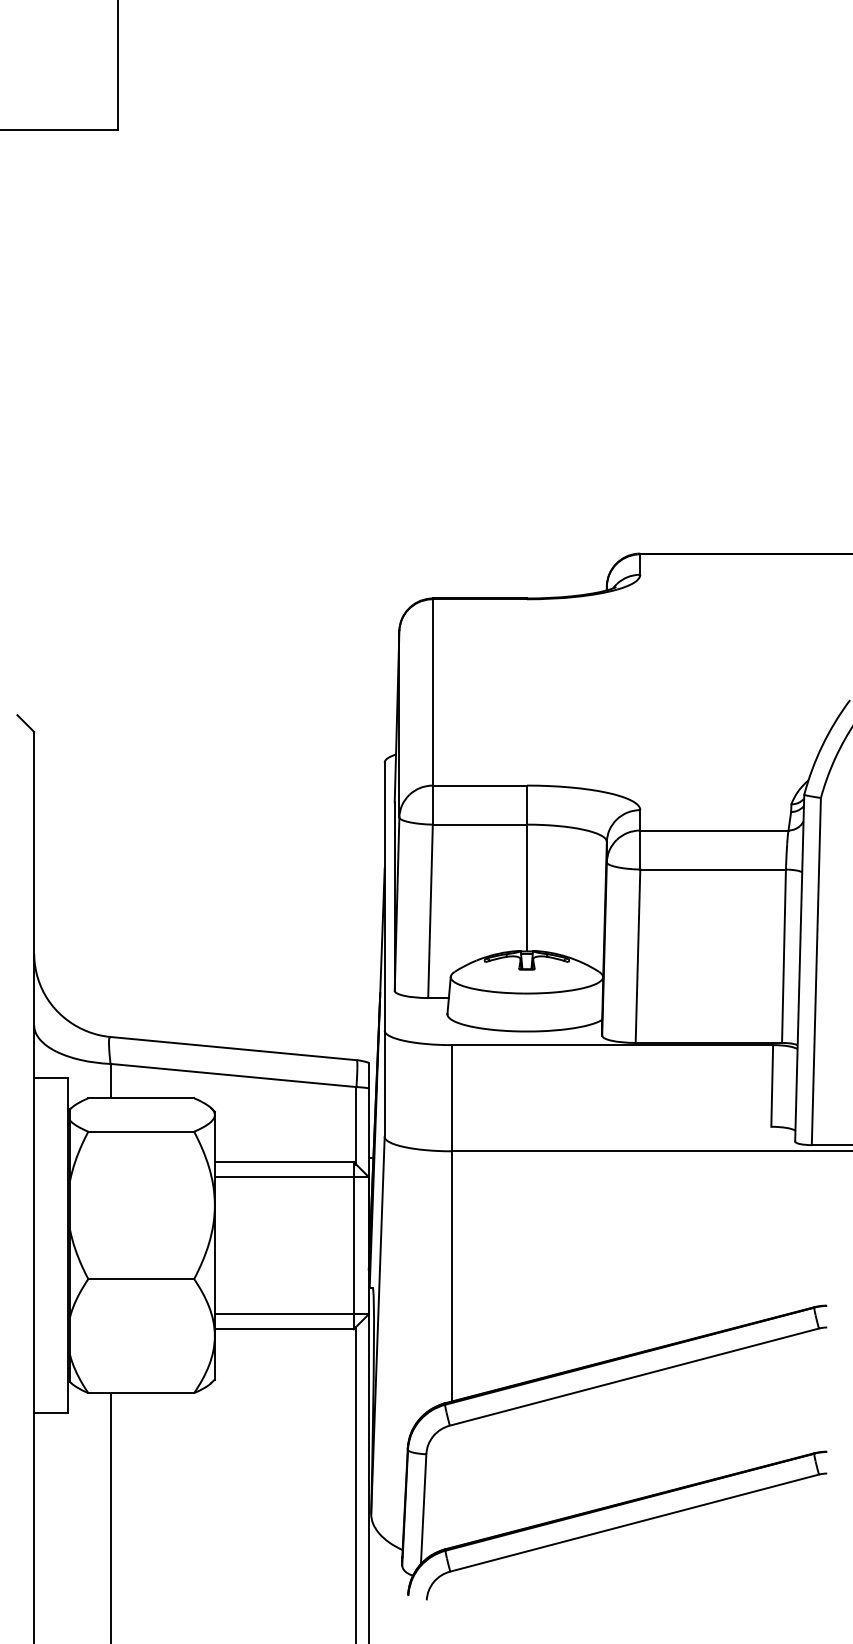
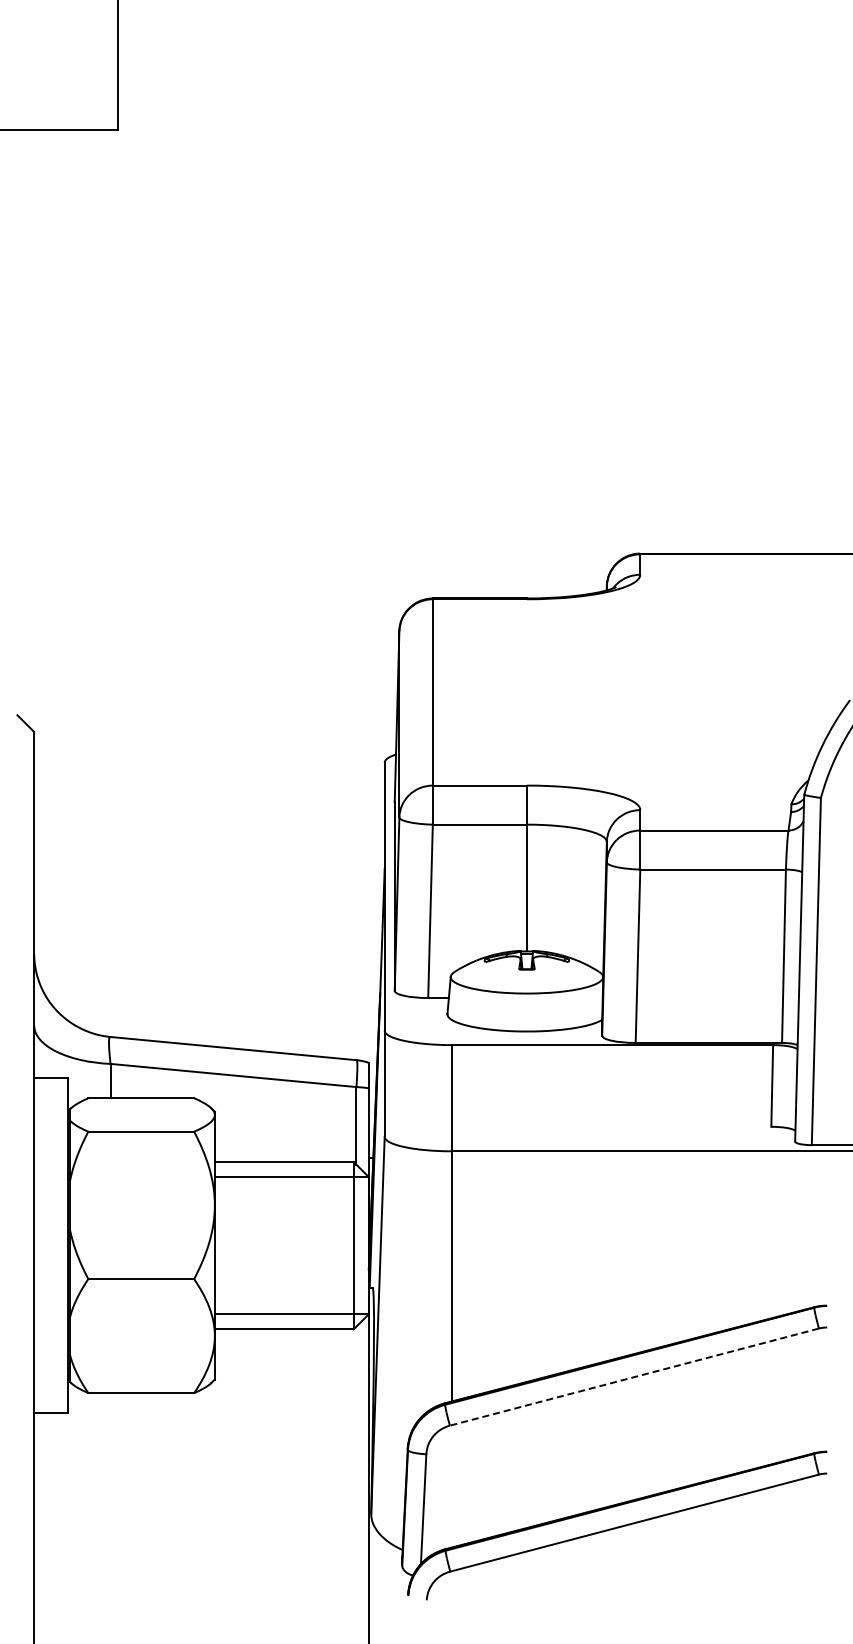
line at (634, 1377): solid -> dashed
line at (356, 1483): present -> none
line at (110, 1516): present -> none
